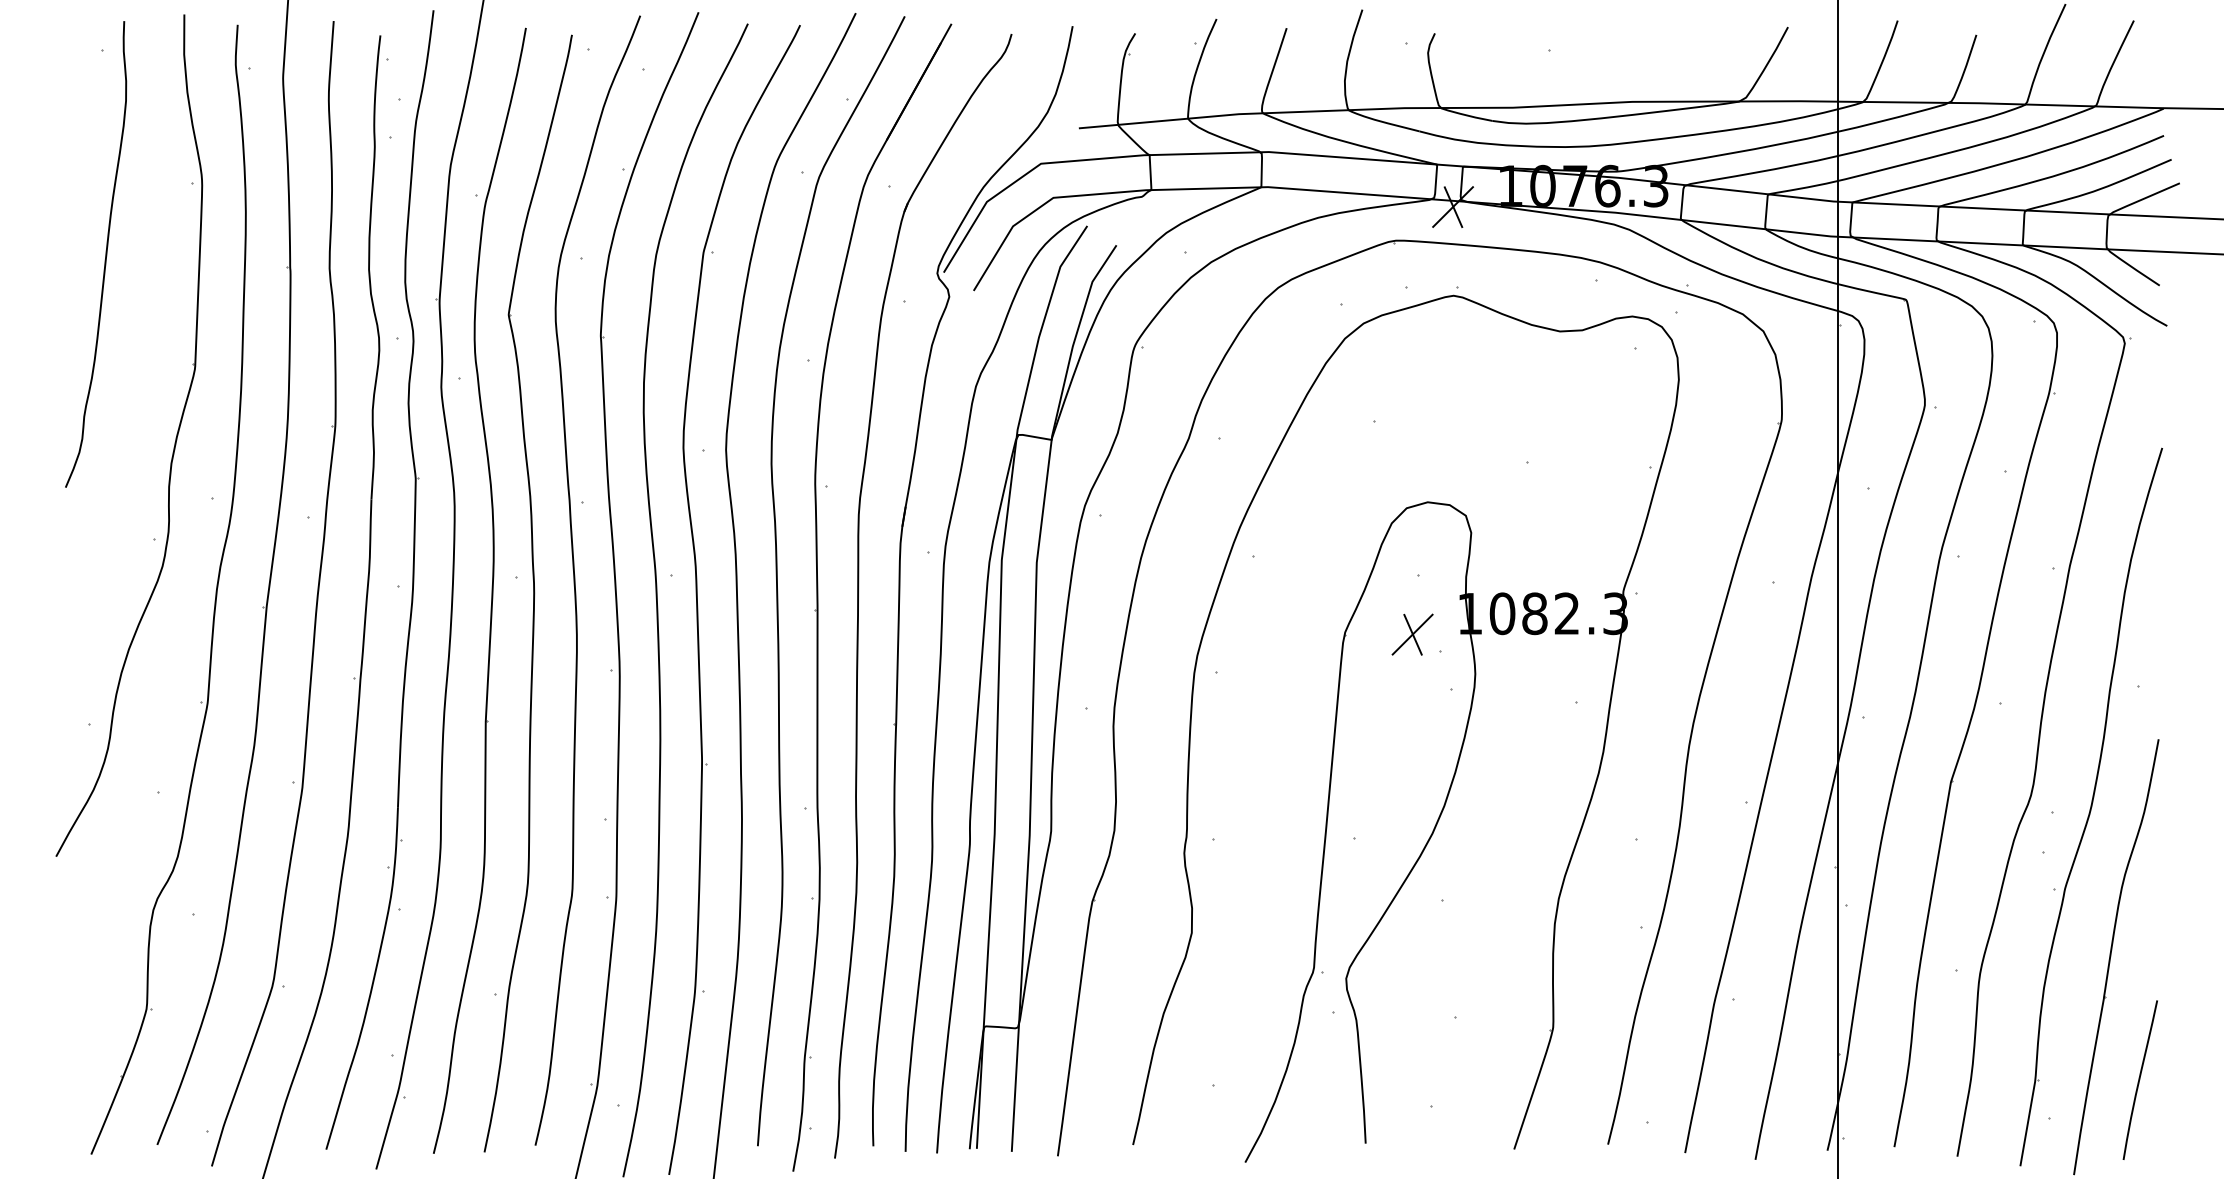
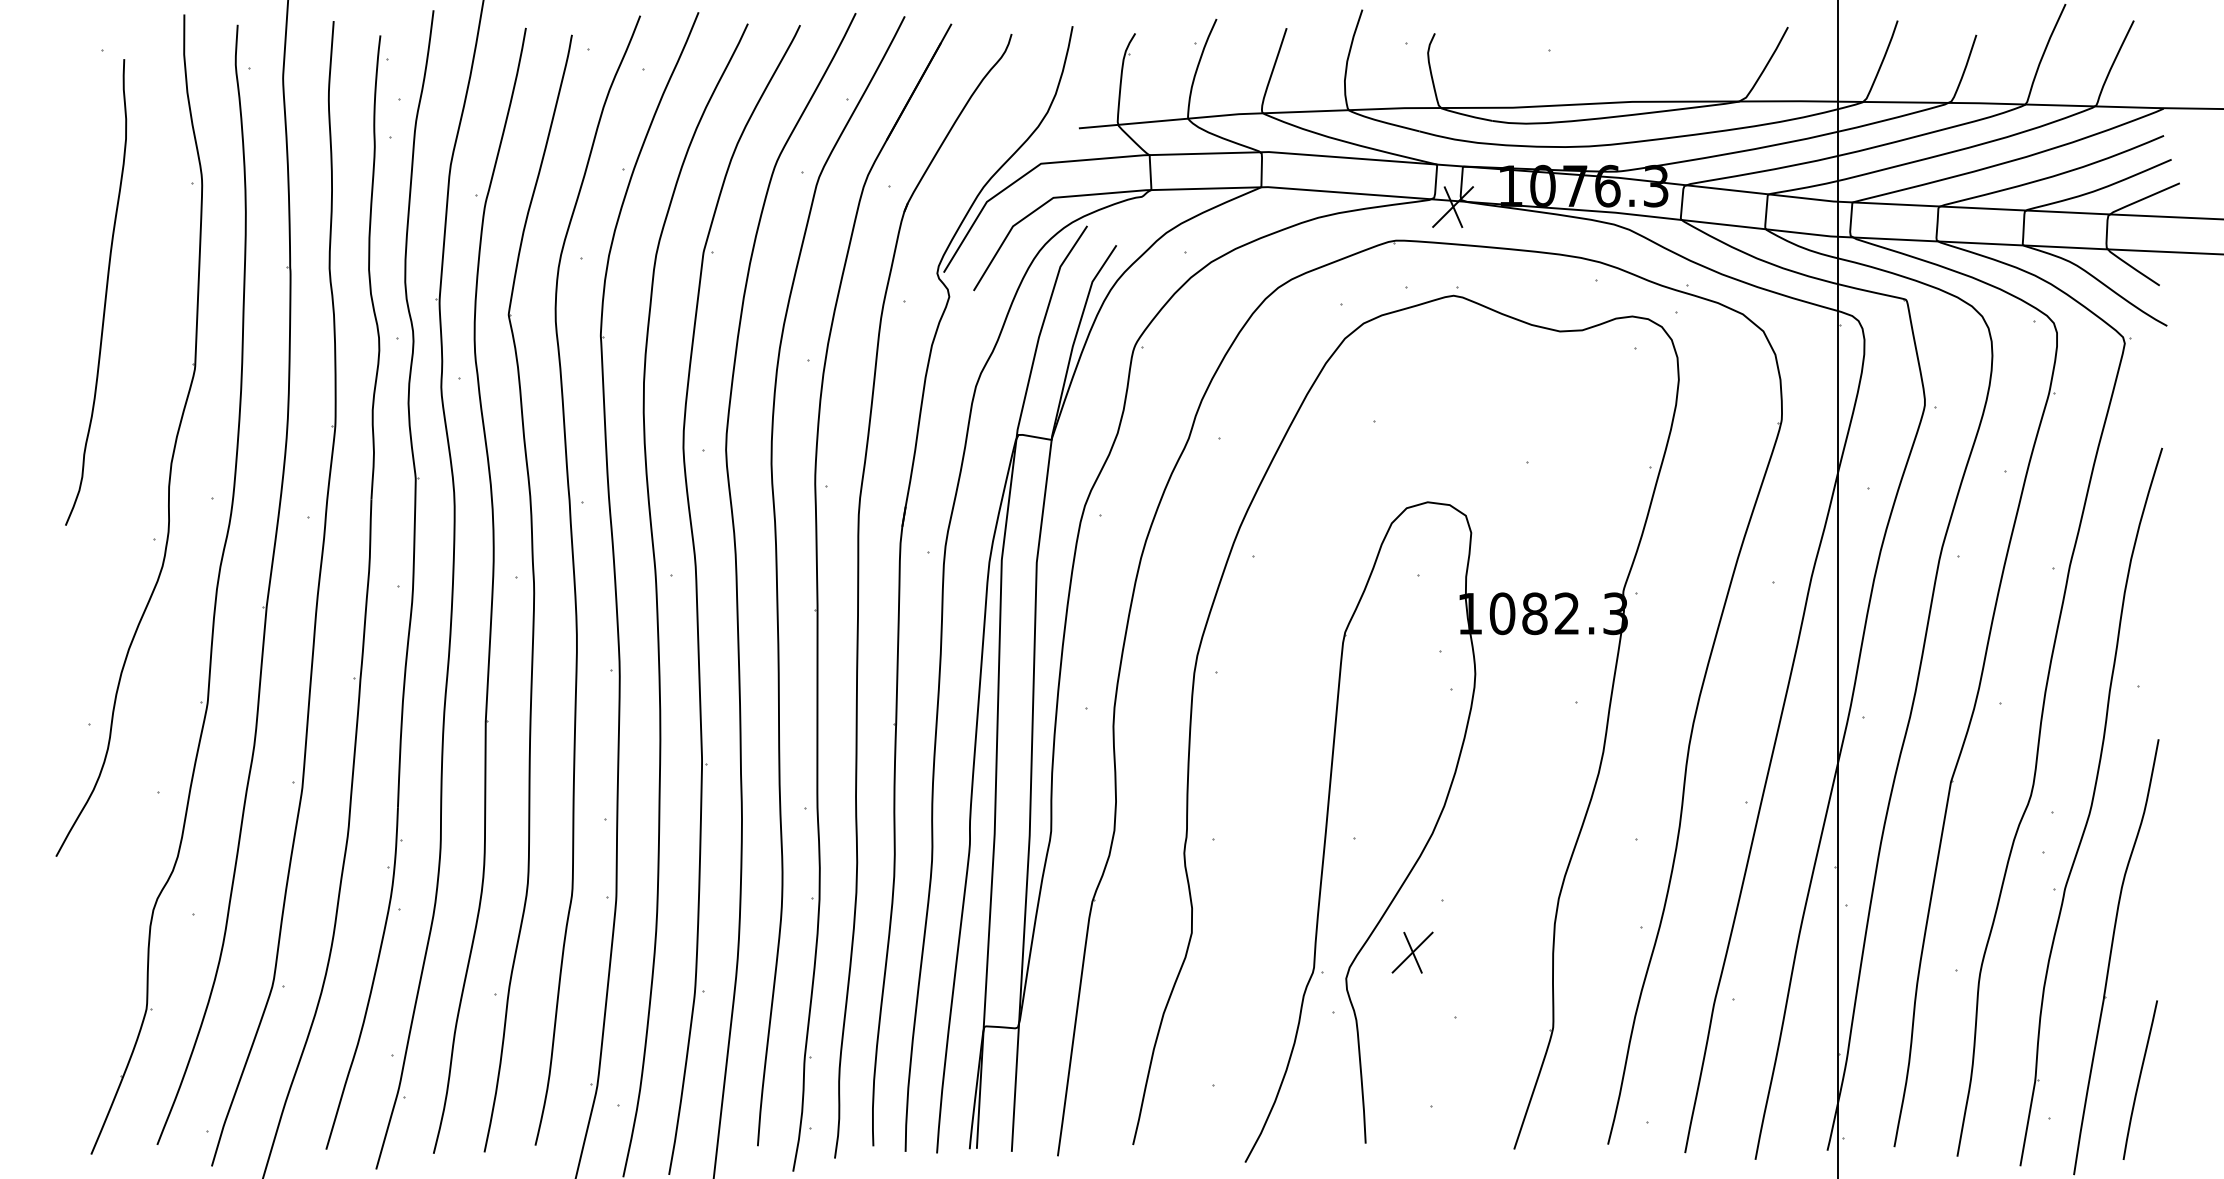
curve at (105, 254) position: (105, 254) -> (105, 292)
part at (1412, 634) position: (1412, 634) -> (1412, 952)
